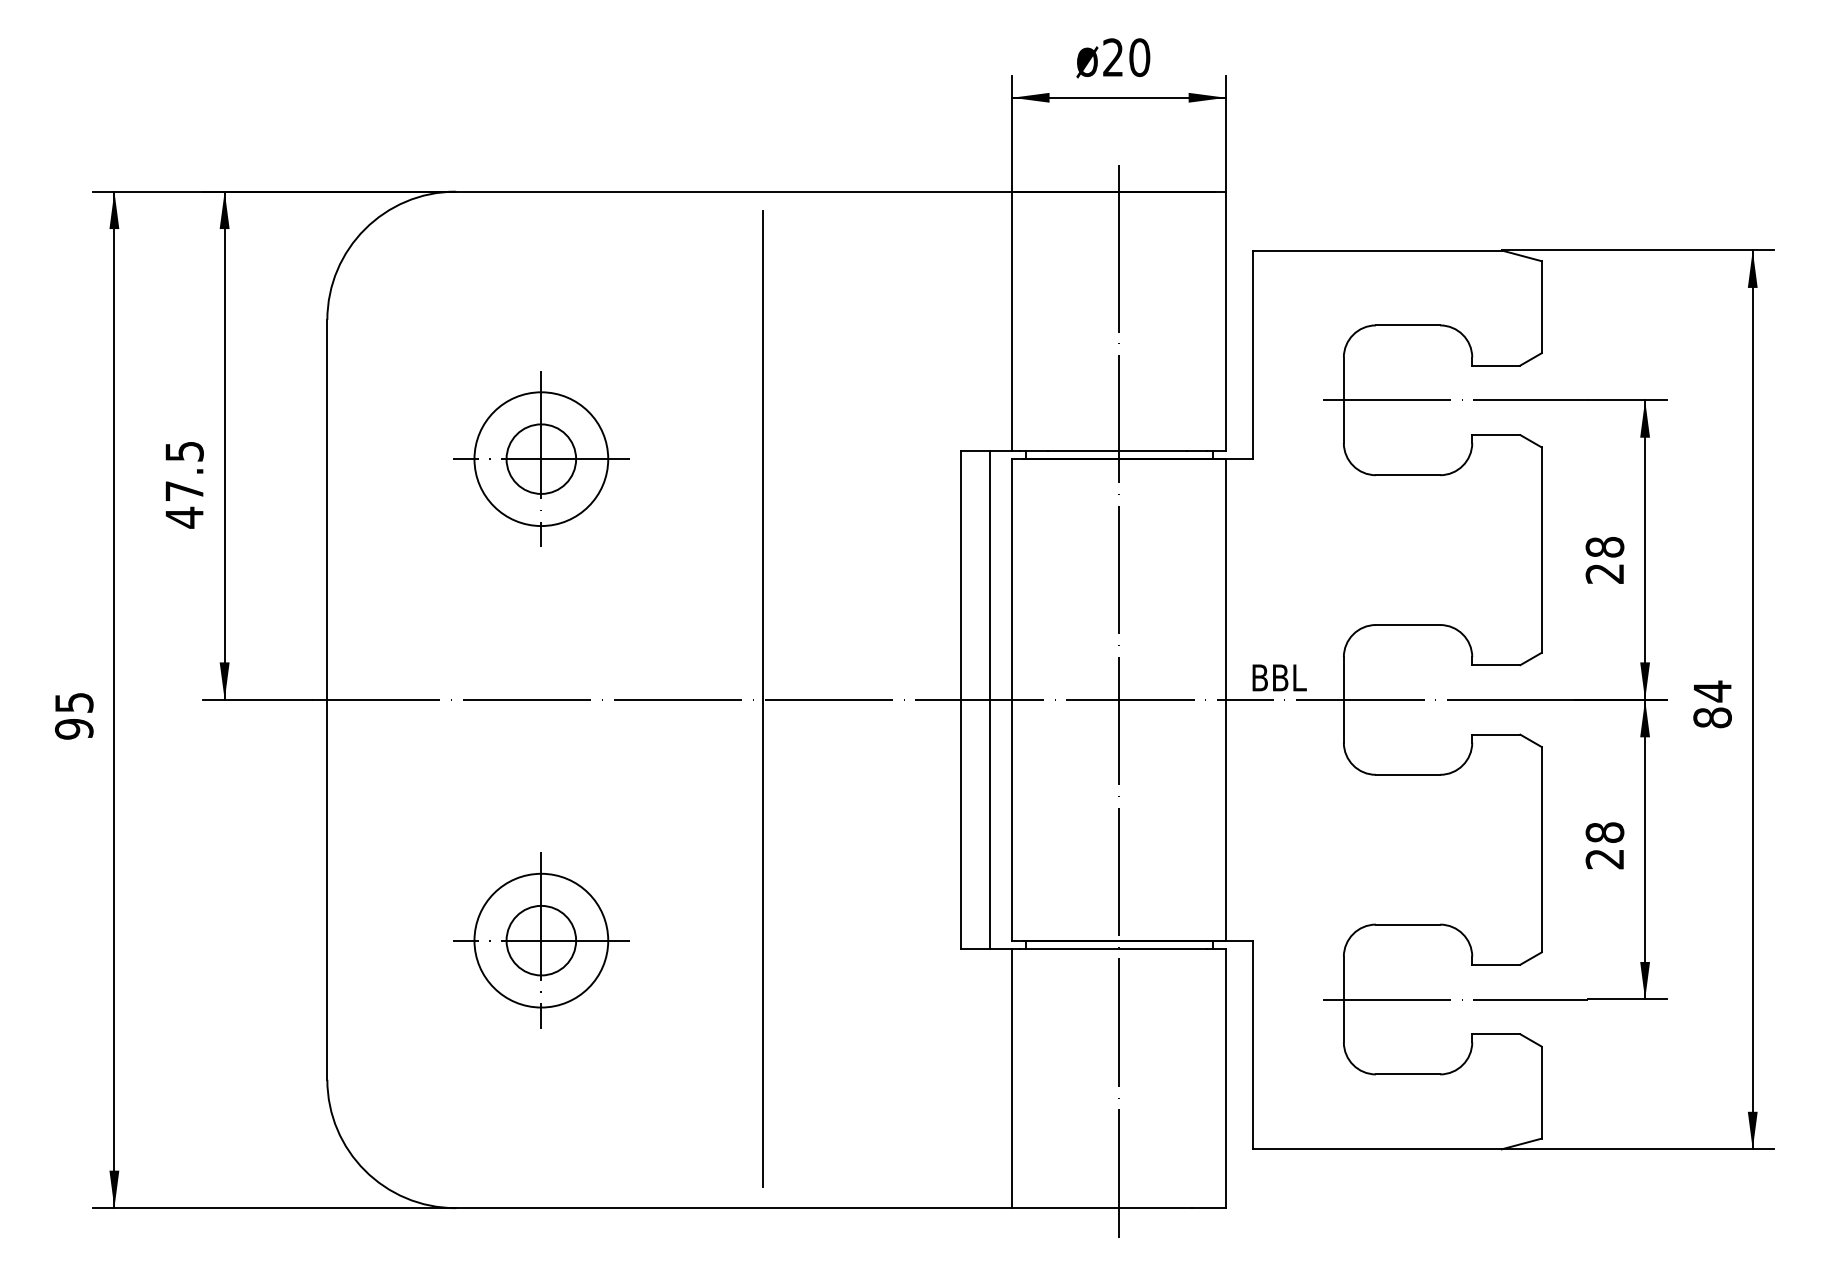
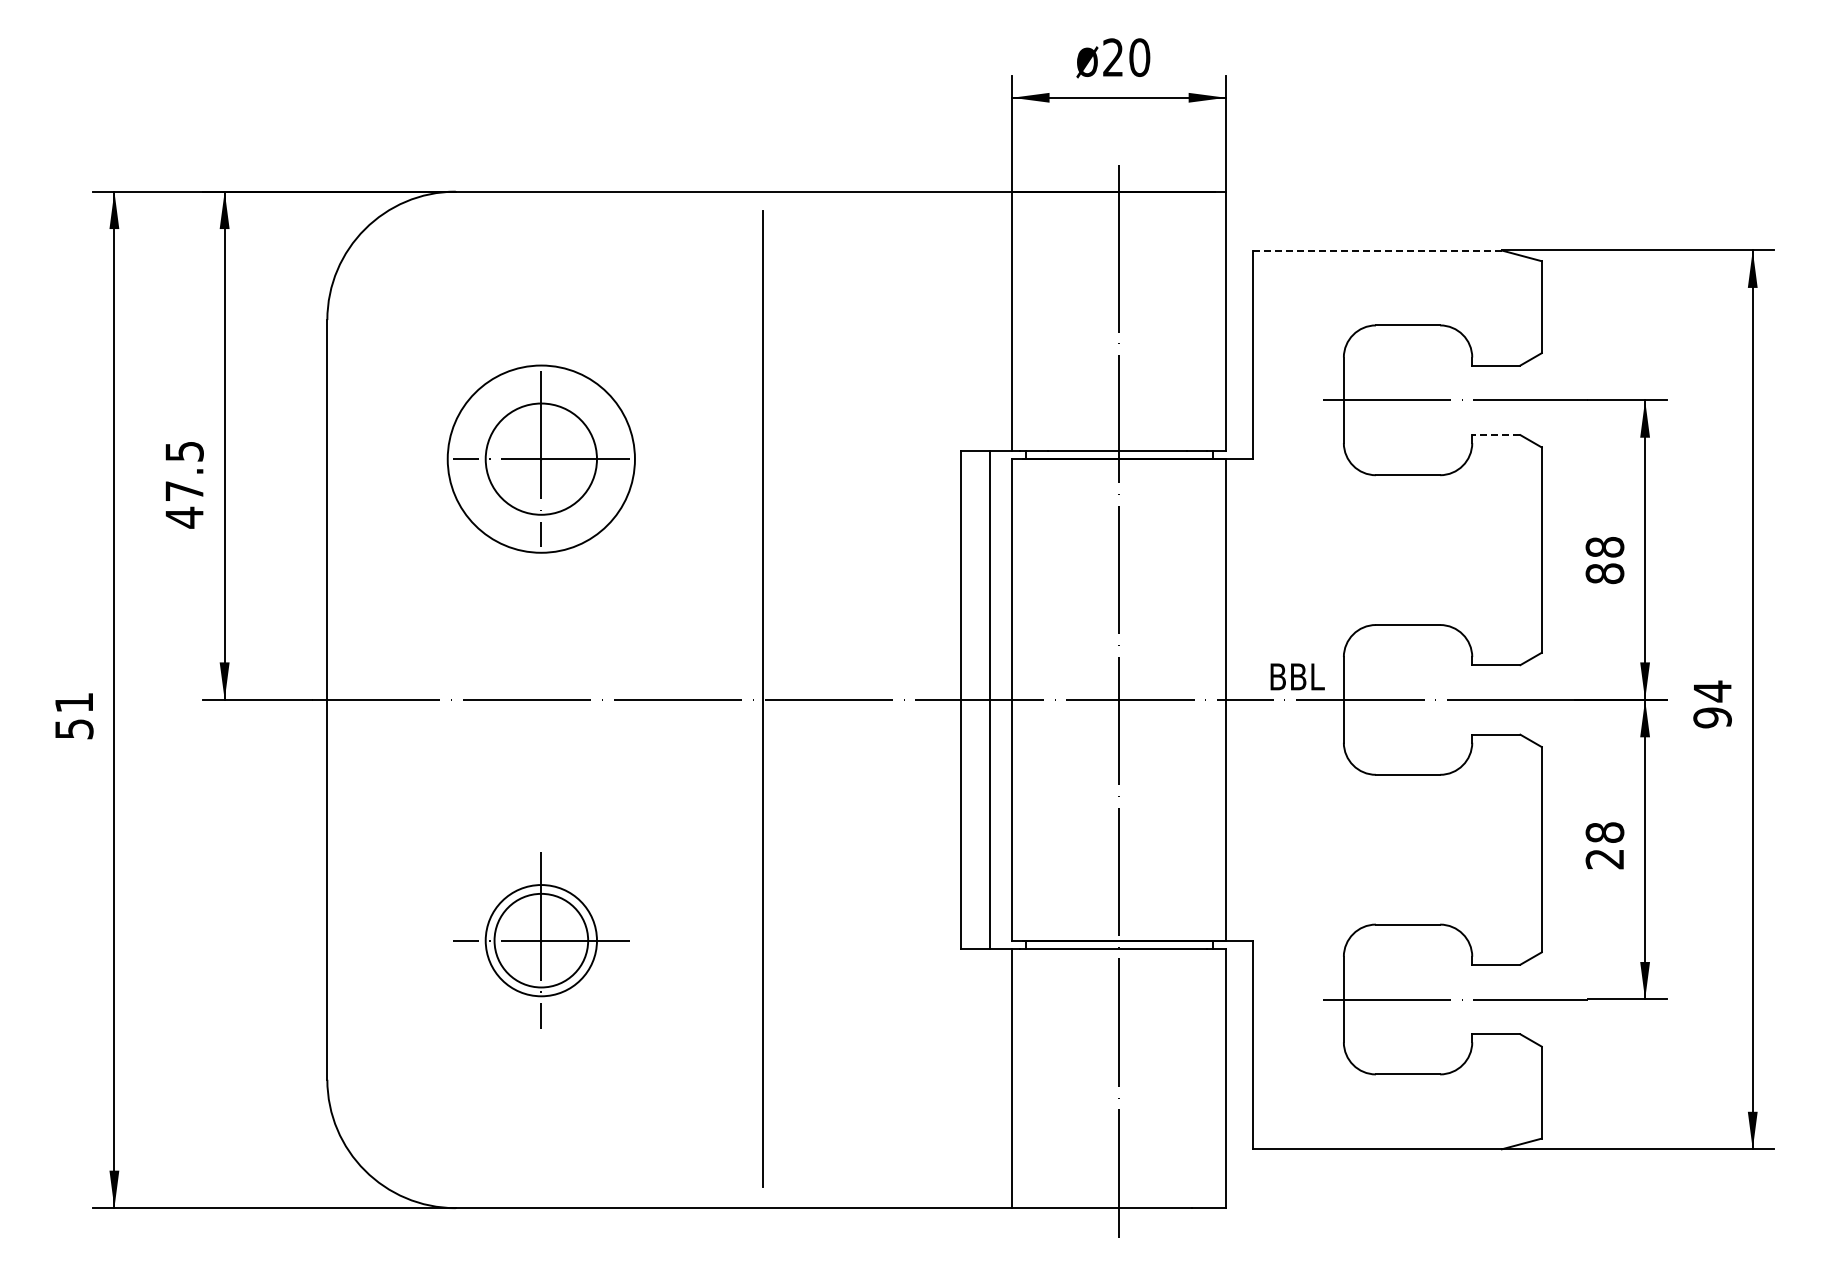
line at (1377, 250): solid -> dashed
line at (1495, 435): solid -> dashed
circle at (541, 458) diameter: 70 px -> 111 px
circle at (541, 459) diameter: 134 px -> 187 px
text at (1604, 573): 28 -> 88
text at (1279, 677) position: (1279, 677) -> (1297, 676)
text at (73, 716): 95 -> 51
text at (1712, 717): 84 -> 94
circle at (541, 940) diameter: 134 px -> 94 px
circle at (541, 940) diameter: 70 px -> 111 px
